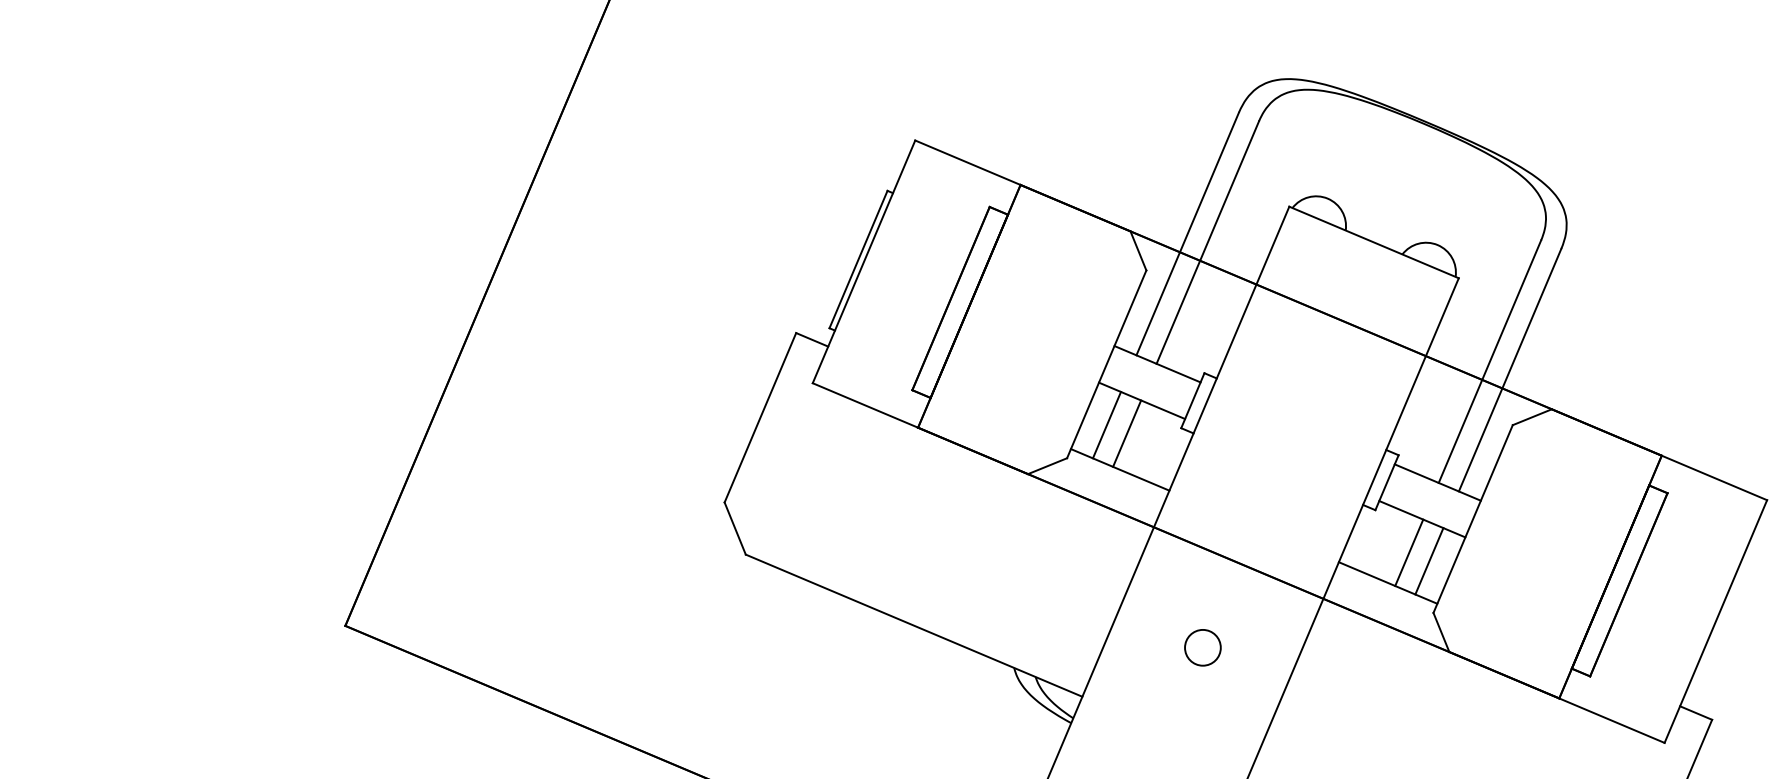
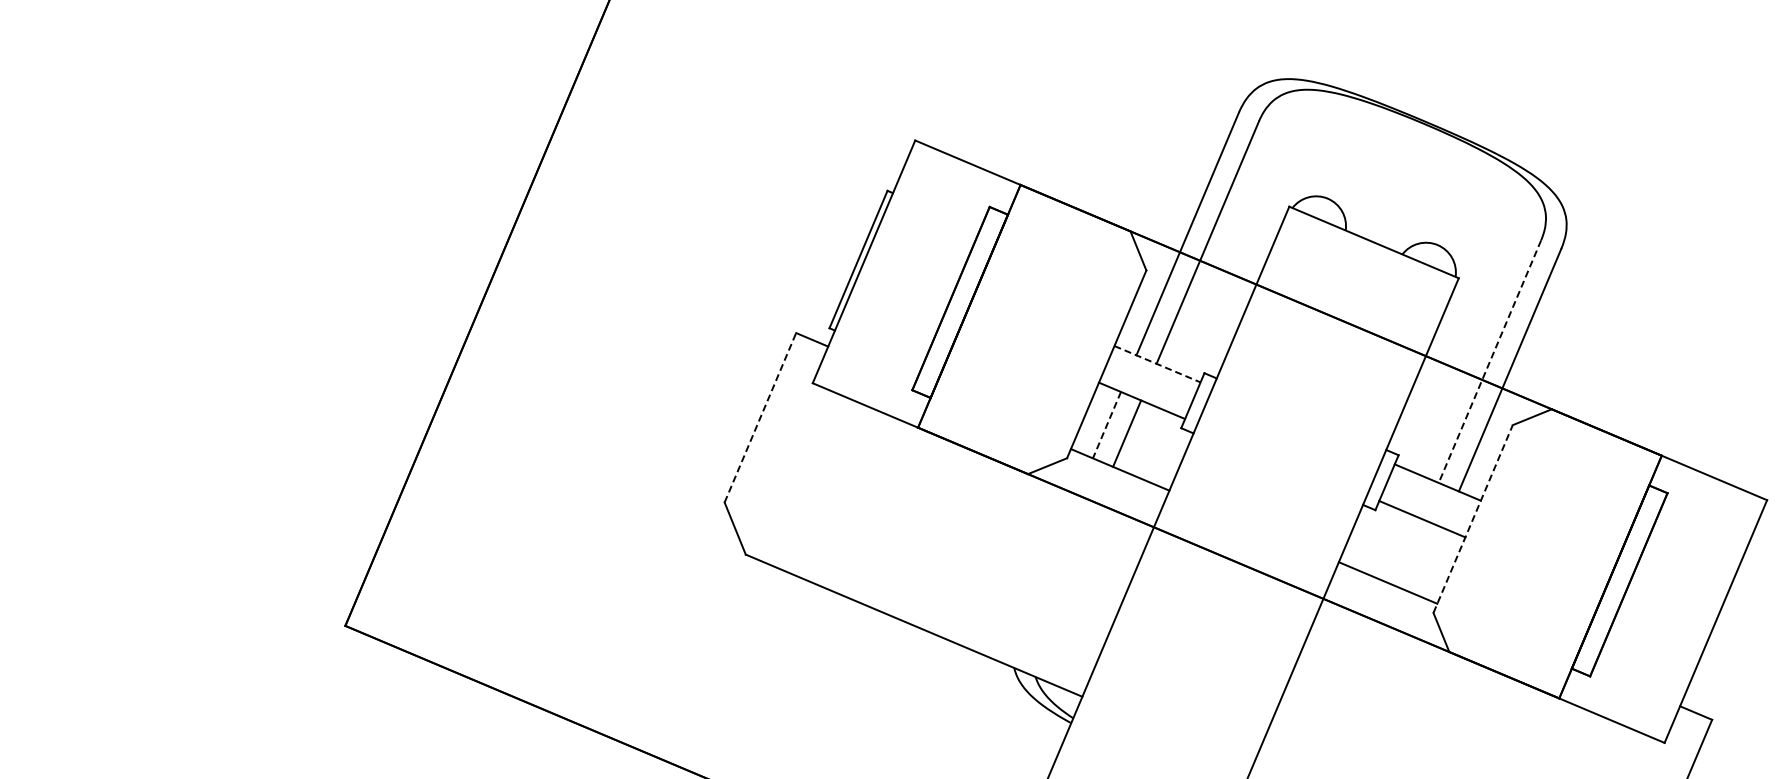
line at (1489, 361): solid -> dashed
line at (1157, 364): solid -> dashed
line at (760, 417): solid -> dashed
line at (1106, 425): solid -> dashed
line at (1473, 519): solid -> dashed
line at (1409, 552): present -> none
line at (1429, 561): present -> none
circle at (1202, 647): present -> none
